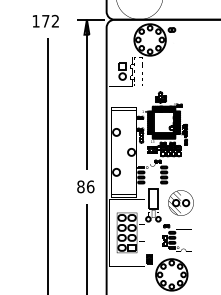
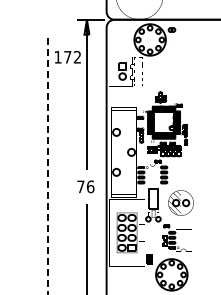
text at (45, 21) position: (45, 21) -> (67, 57)
line at (48, 166): solid -> dashed
text at (80, 186): 86 -> 76
